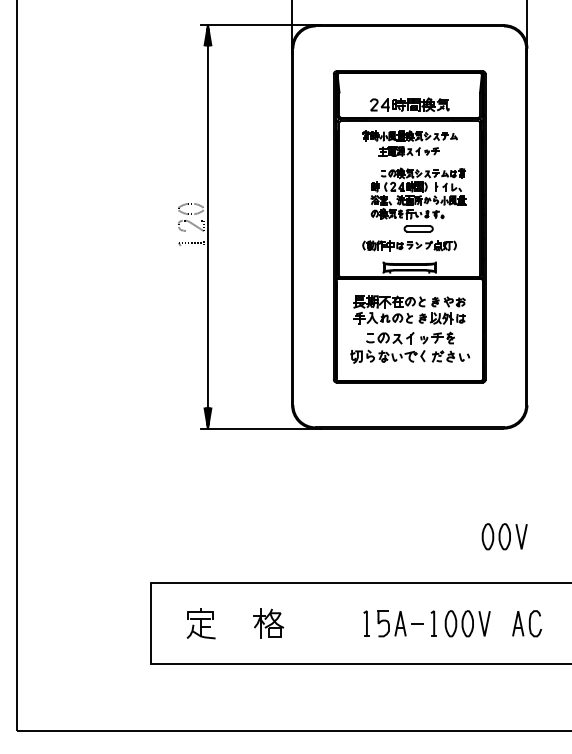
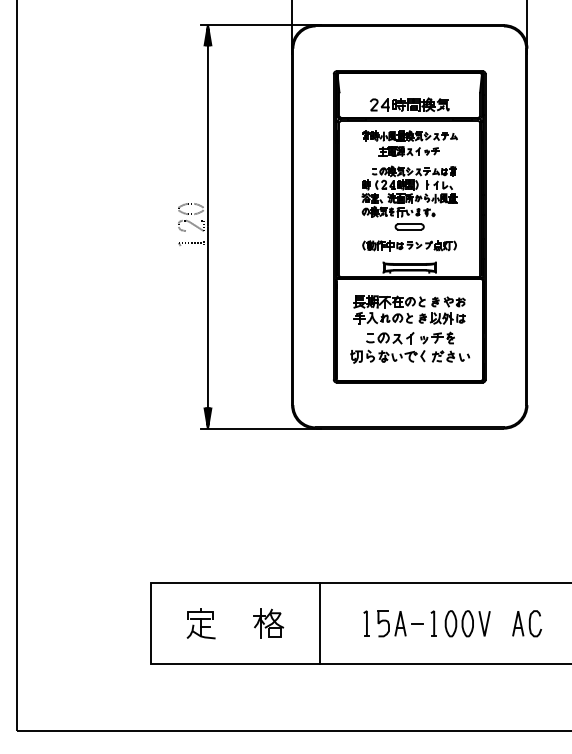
part at (418, 199) position: (418, 199) -> (409, 197)
part at (504, 536): present -> none
line at (319, 623): none -> present
